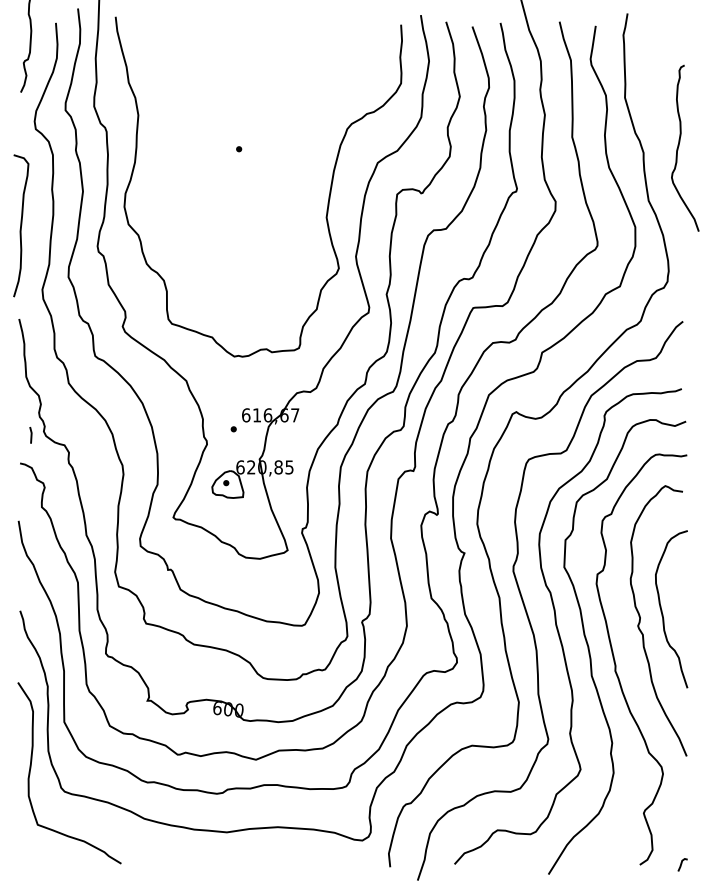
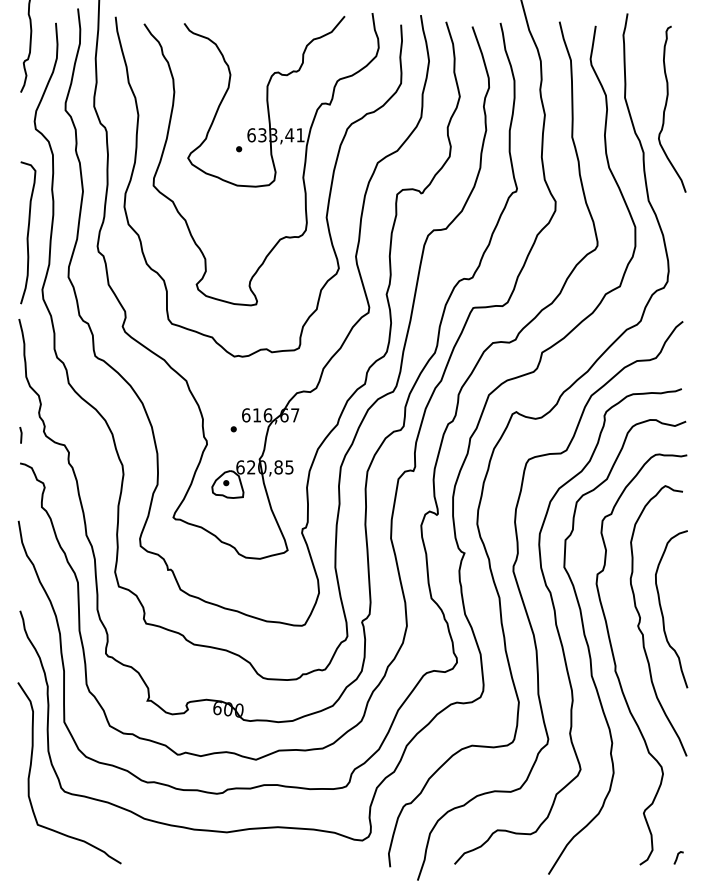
curve at (679, 146) position: (679, 146) -> (666, 107)
part at (270, 156): none -> present
curve at (21, 225) position: (21, 225) -> (28, 232)
line at (30, 435) position: (30, 435) -> (20, 435)
line at (682, 863) position: (682, 863) -> (678, 856)
